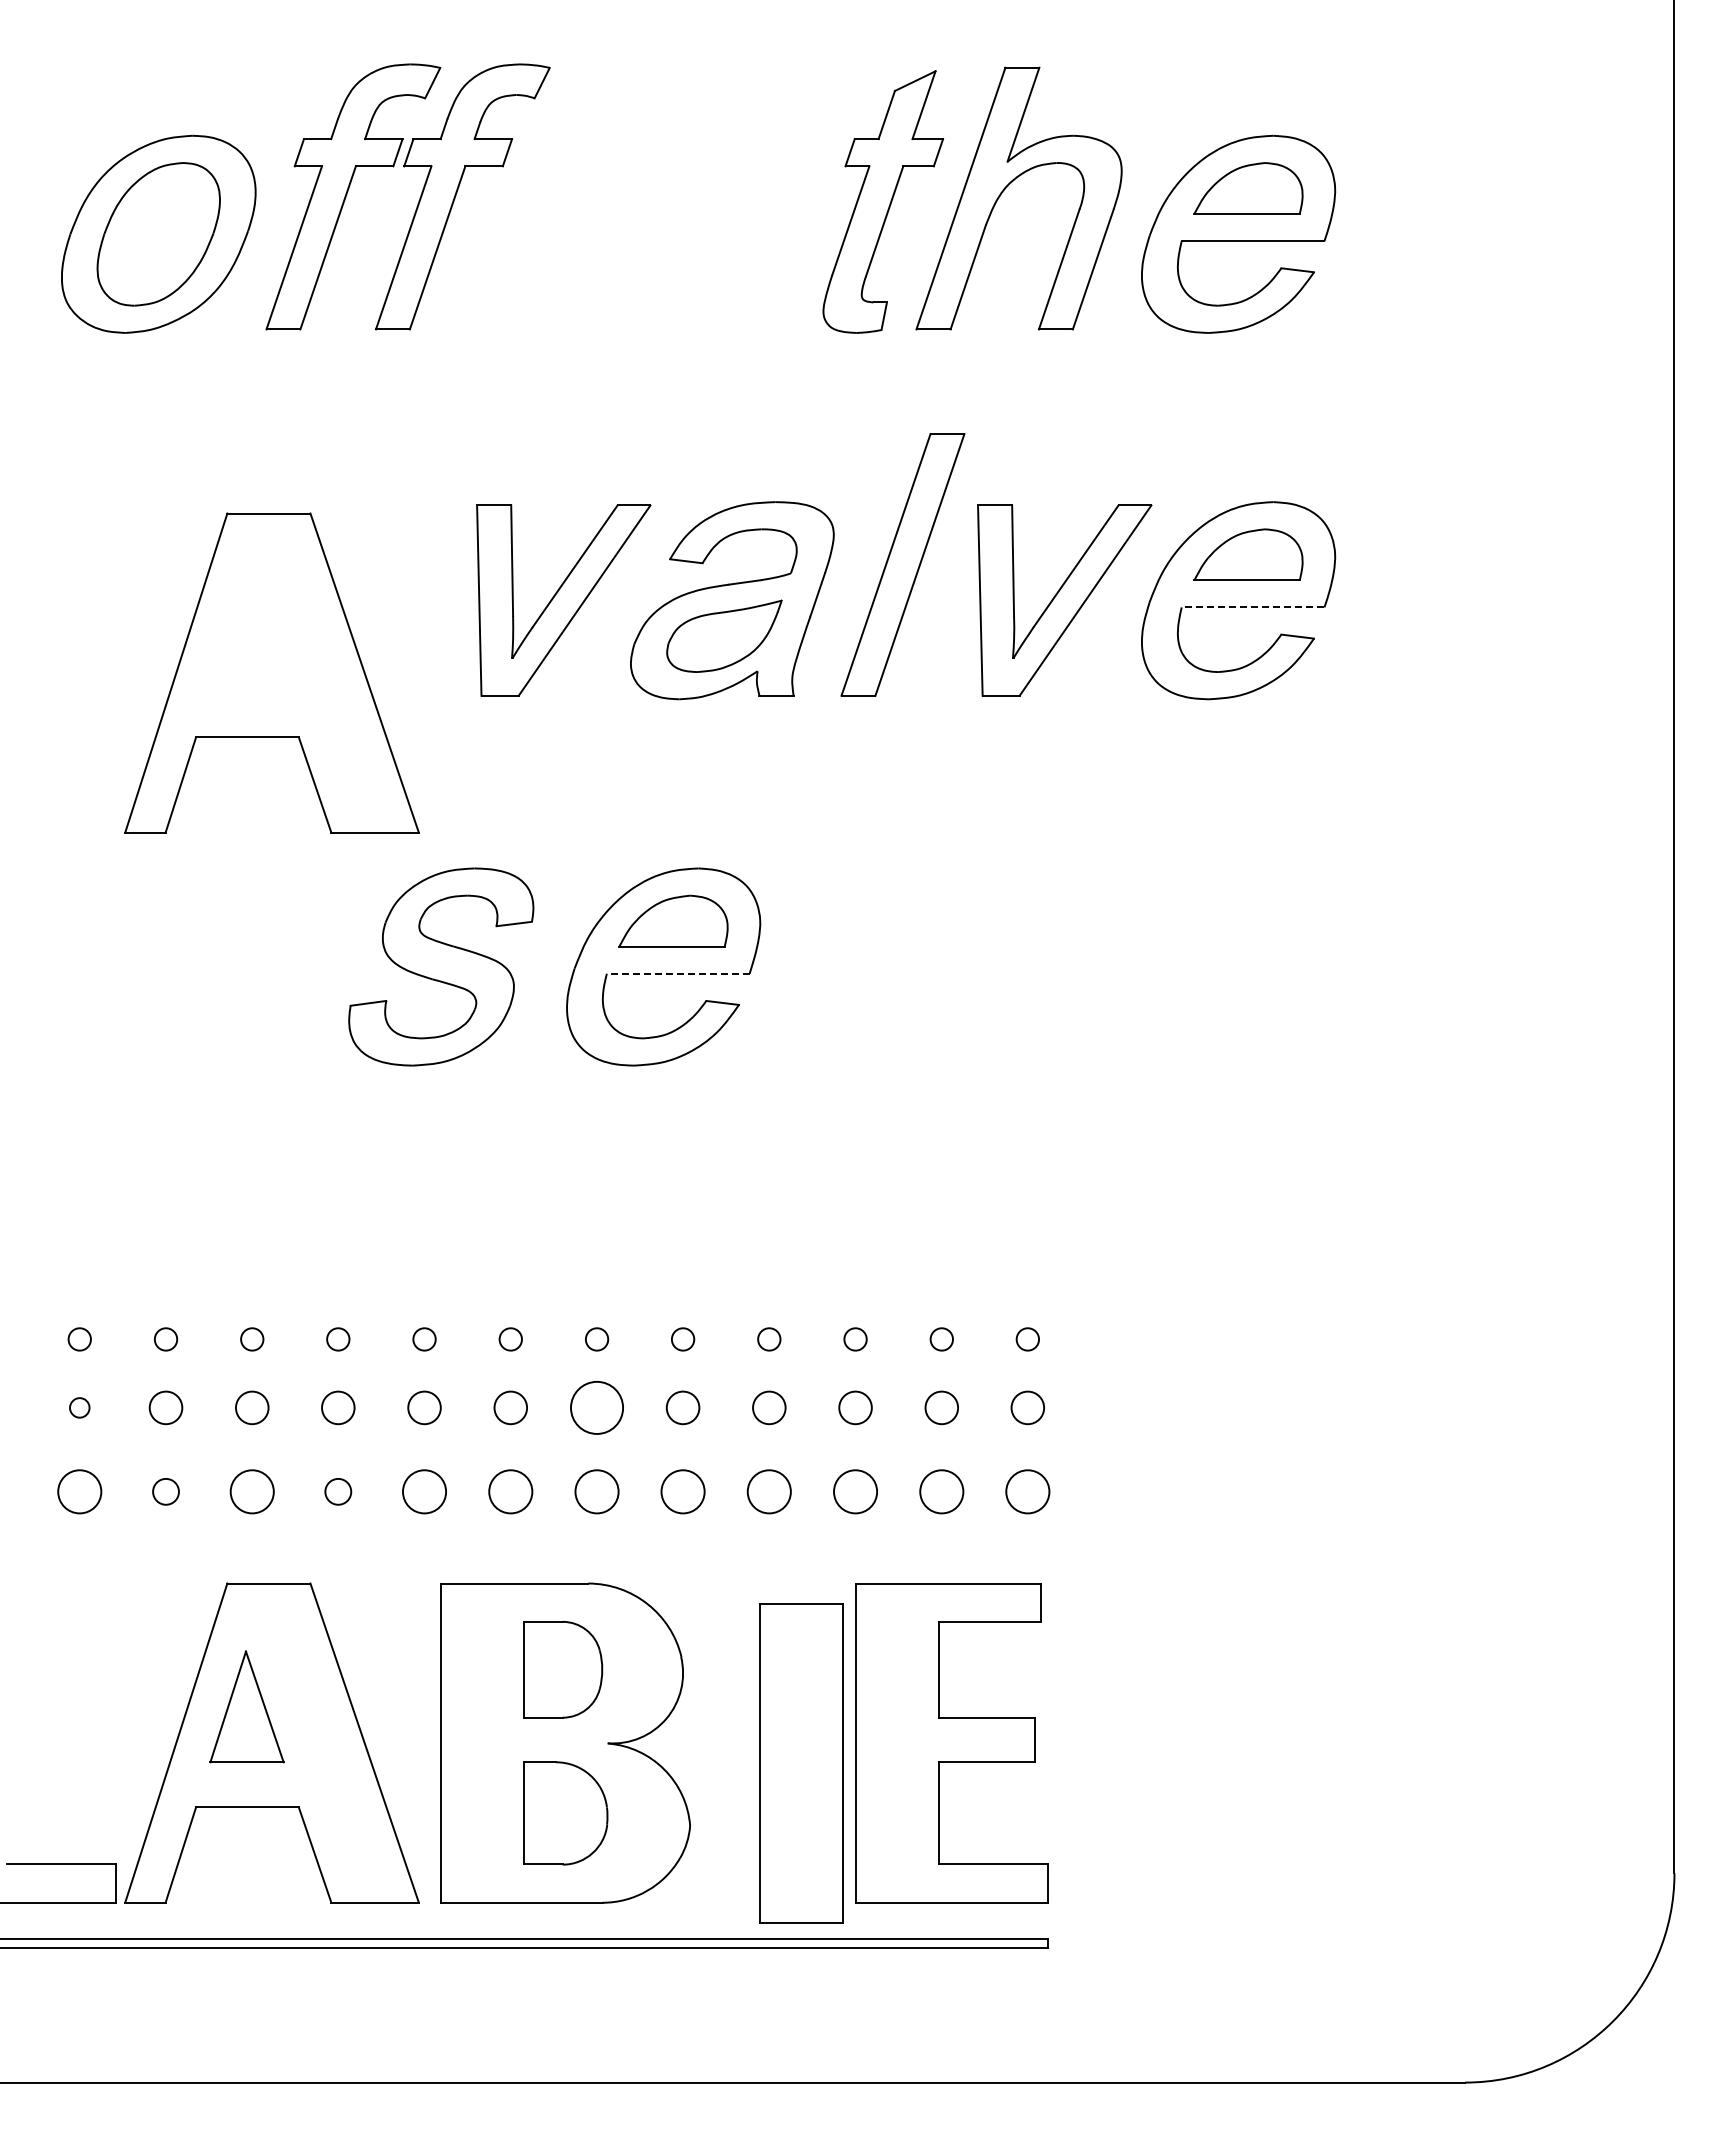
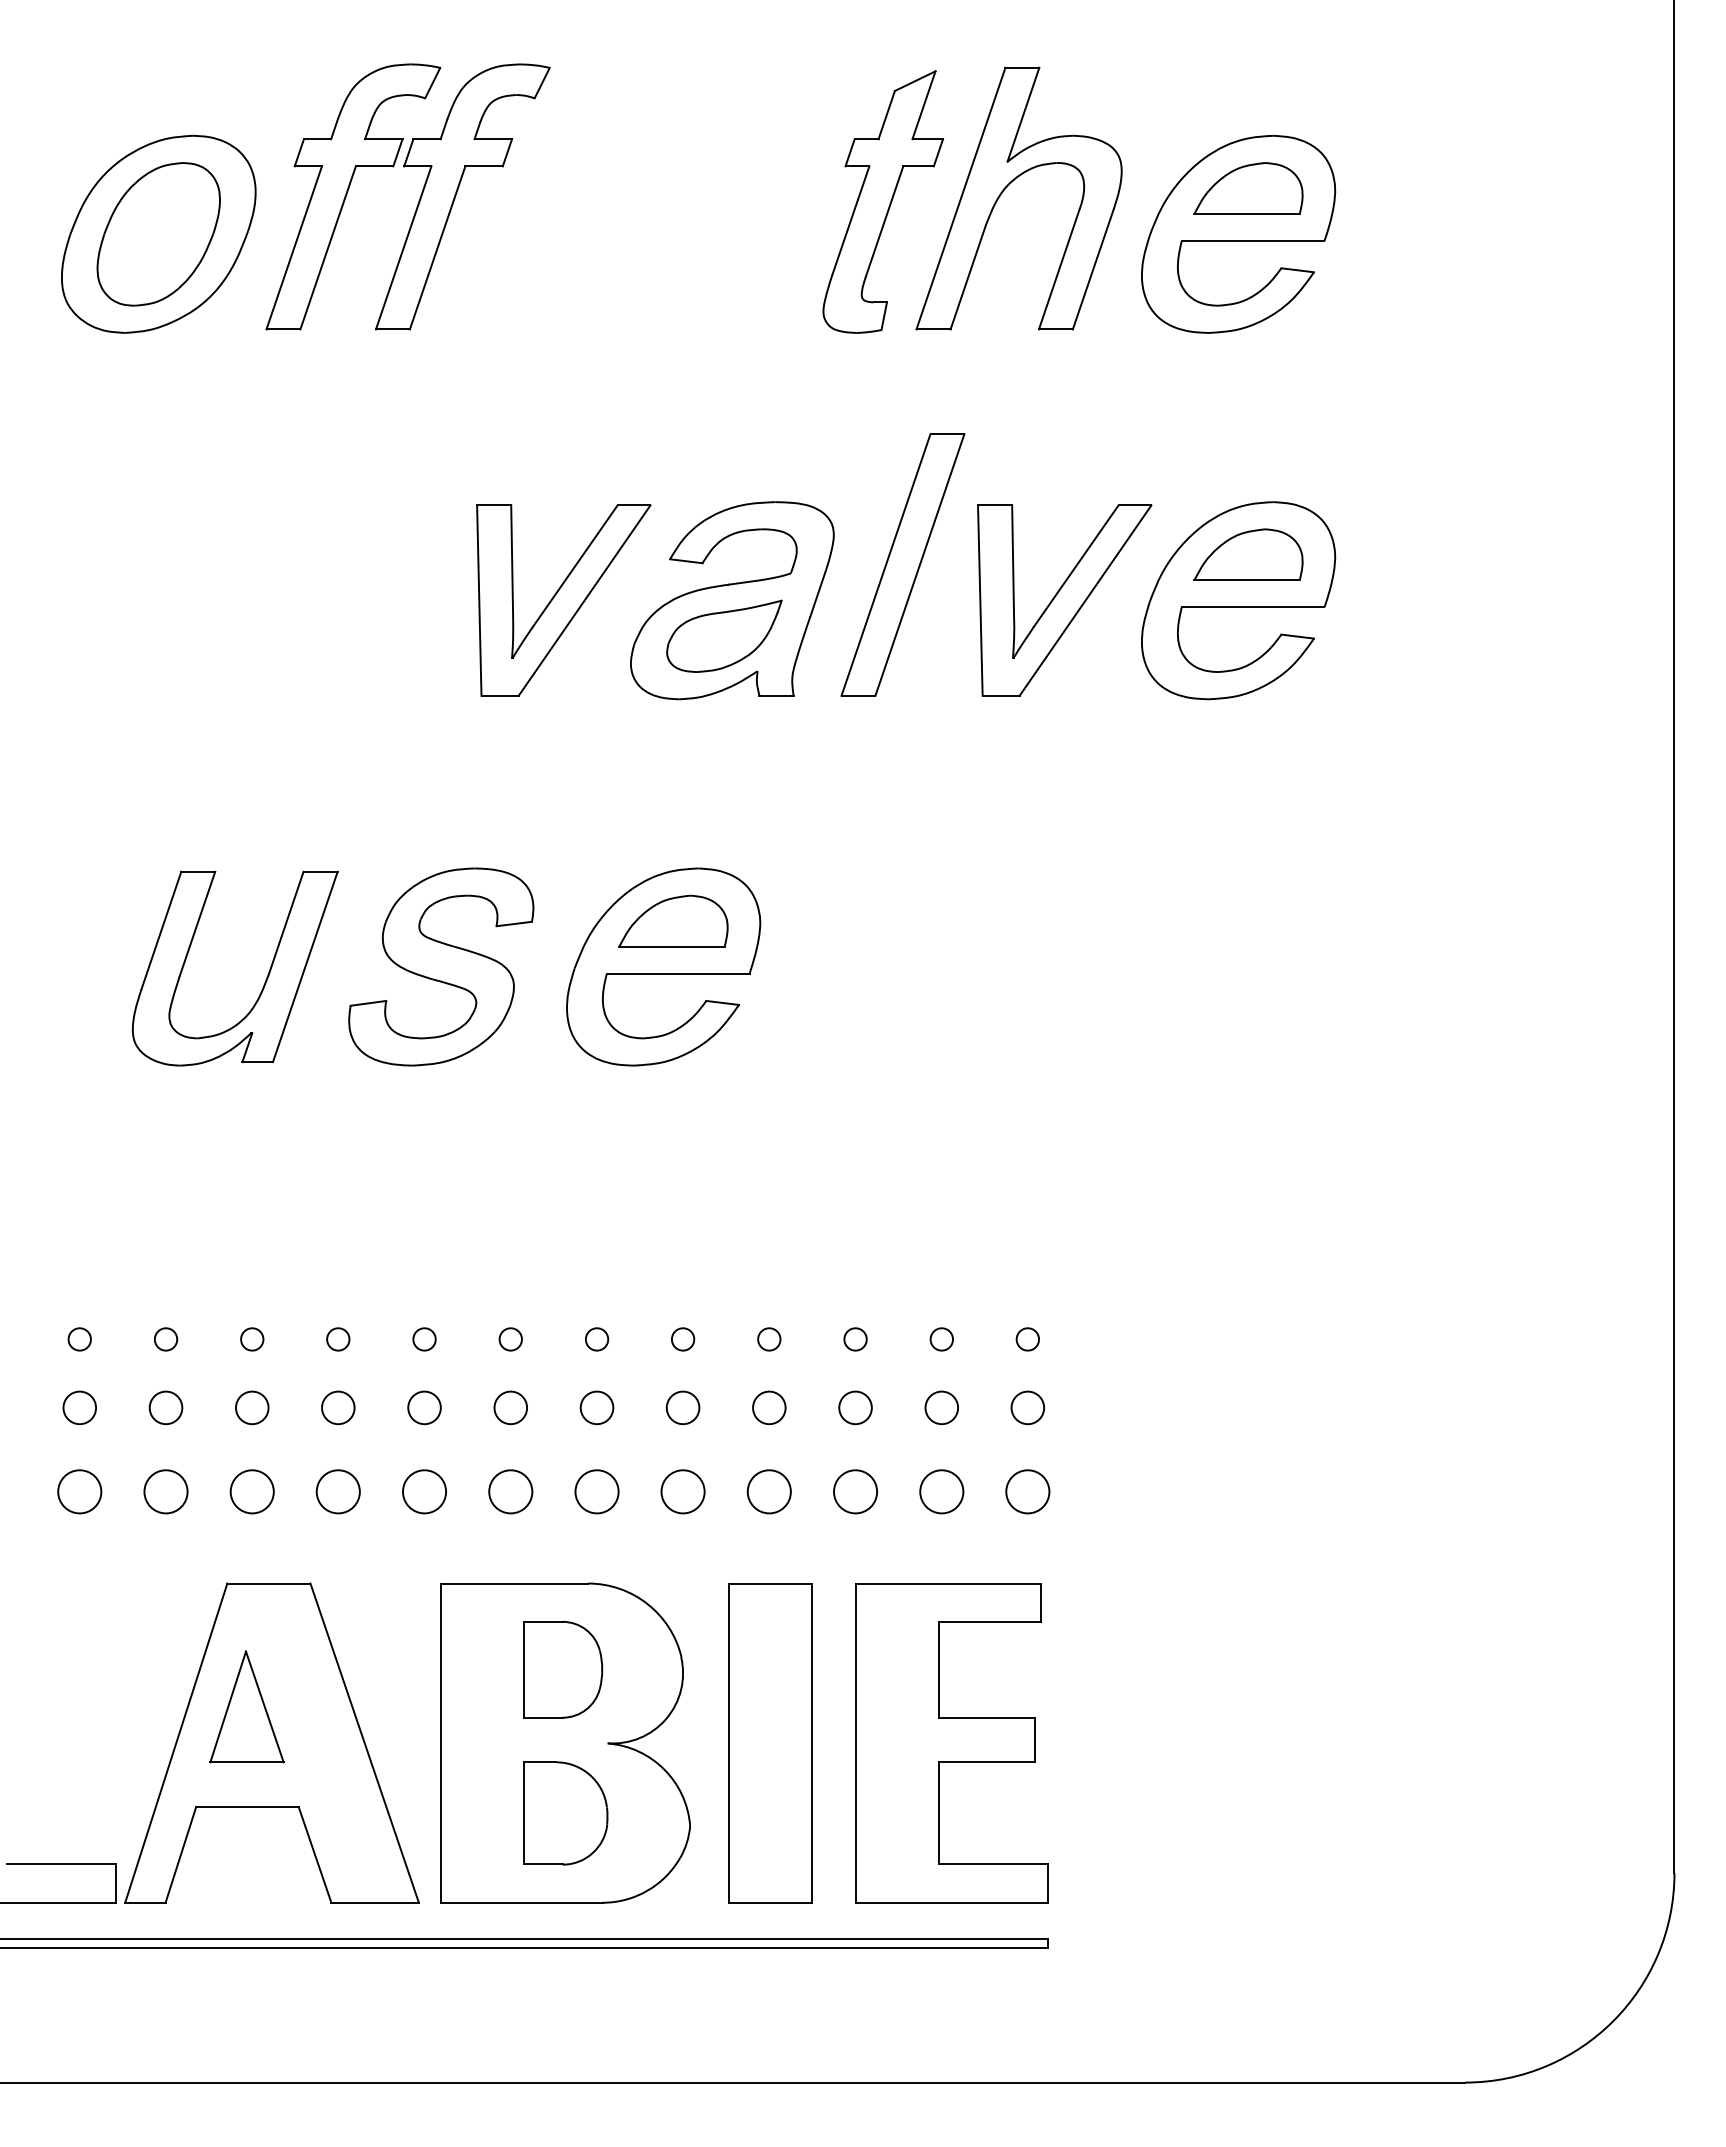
line at (1252, 607): dashed -> solid
part at (271, 672): present -> none
line at (677, 973): dashed -> solid
part at (265, 979): none -> present
circle at (79, 1407) diameter: 20 px -> 33 px
circle at (596, 1407) diameter: 52 px -> 33 px
circle at (165, 1491) diameter: 26 px -> 43 px
circle at (338, 1491) diameter: 26 px -> 43 px
part at (801, 1763) position: (801, 1763) -> (770, 1743)
